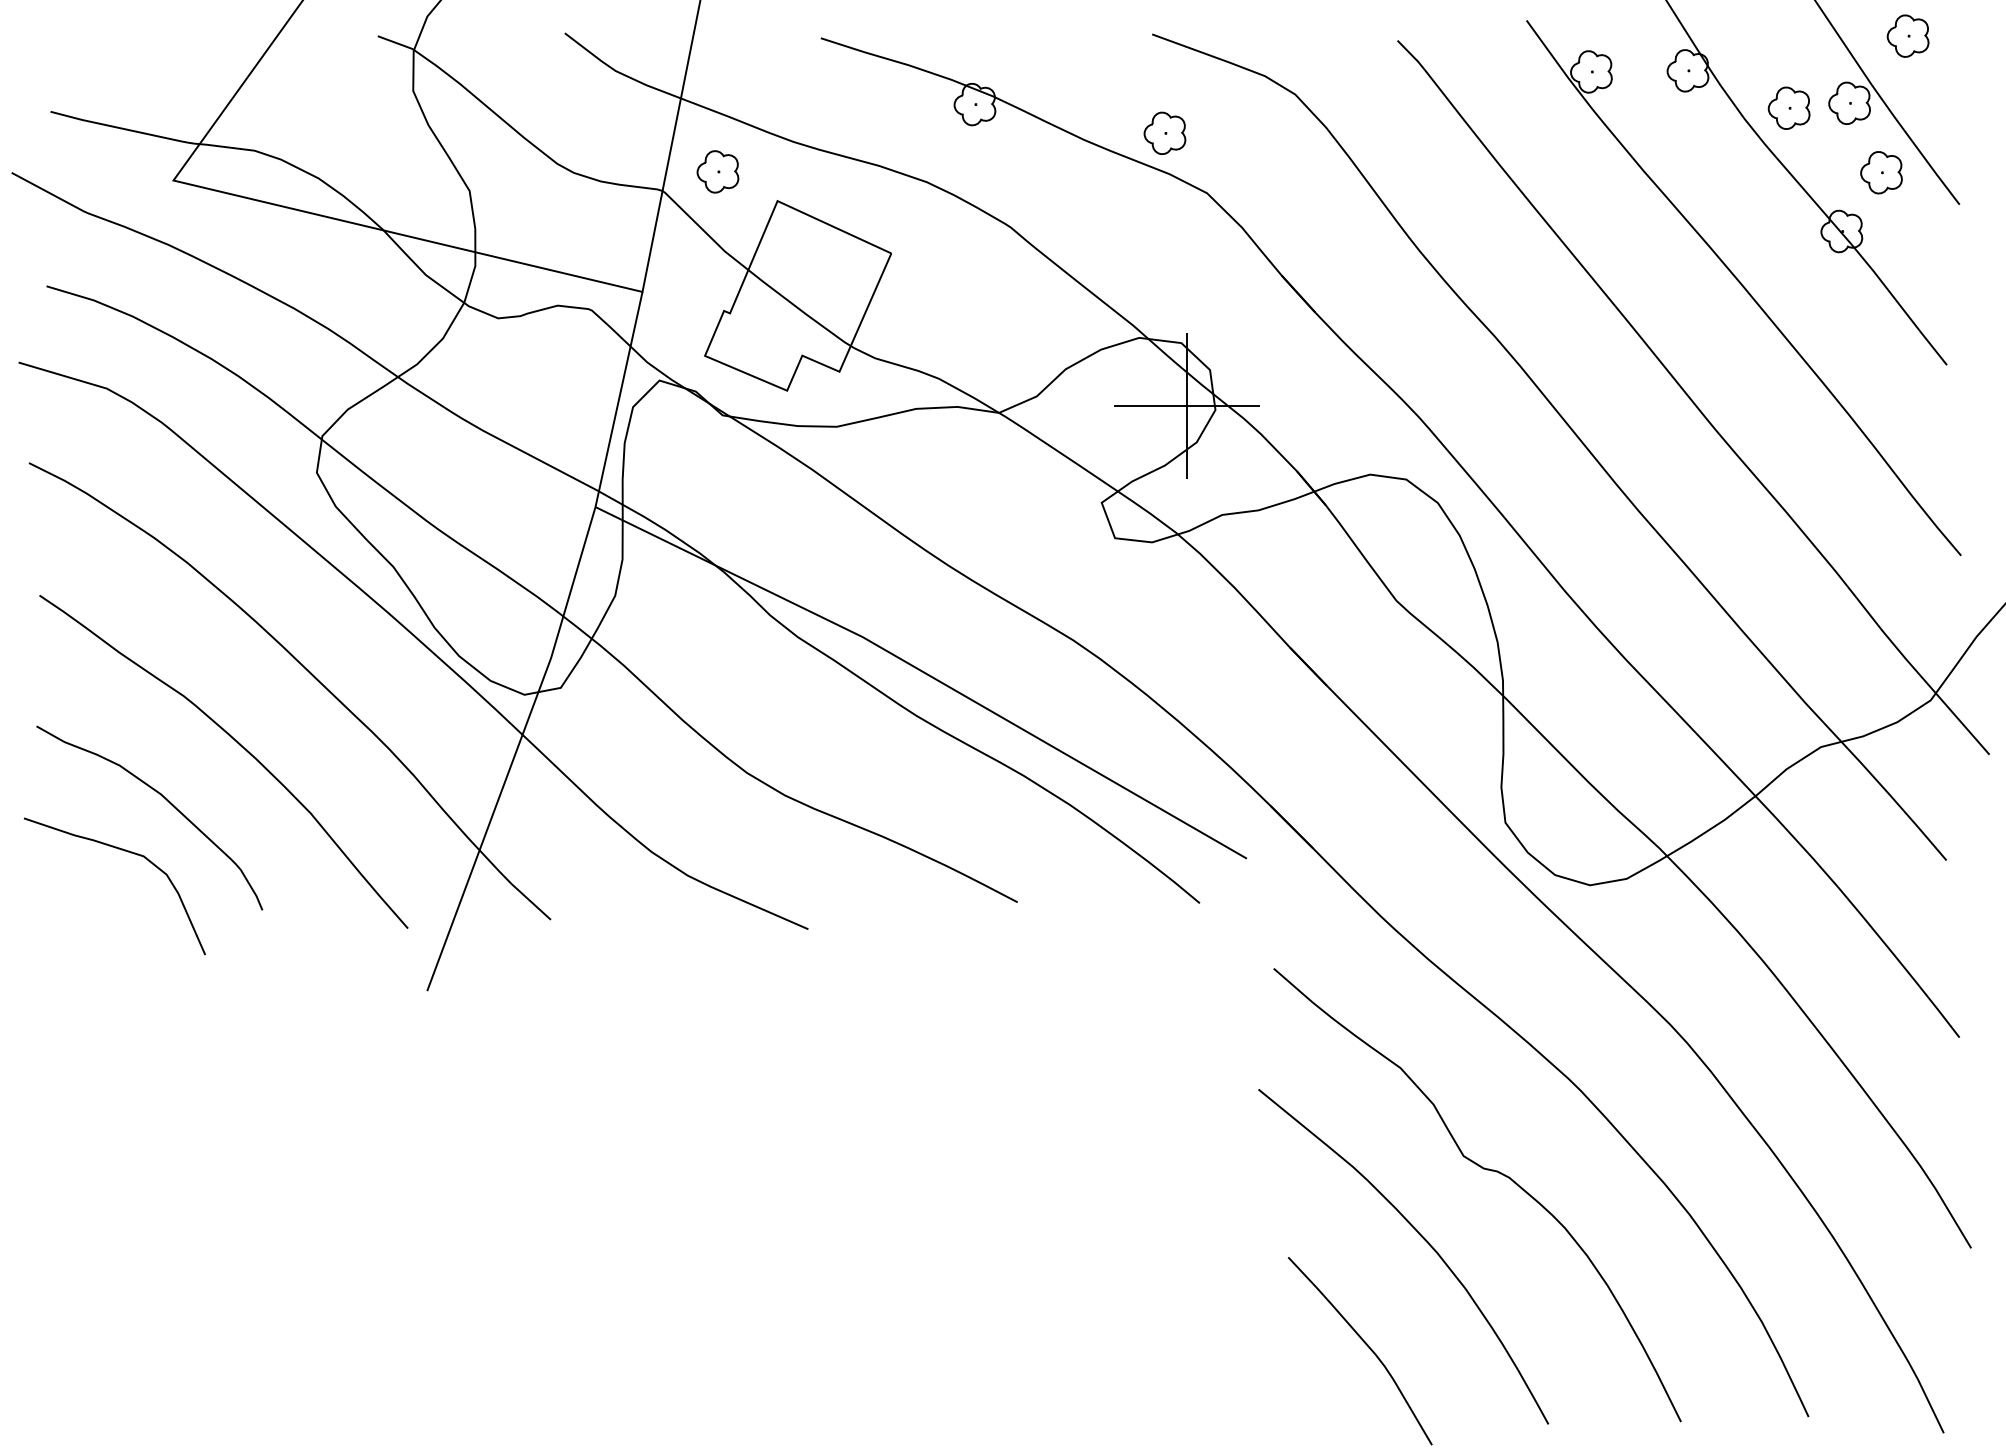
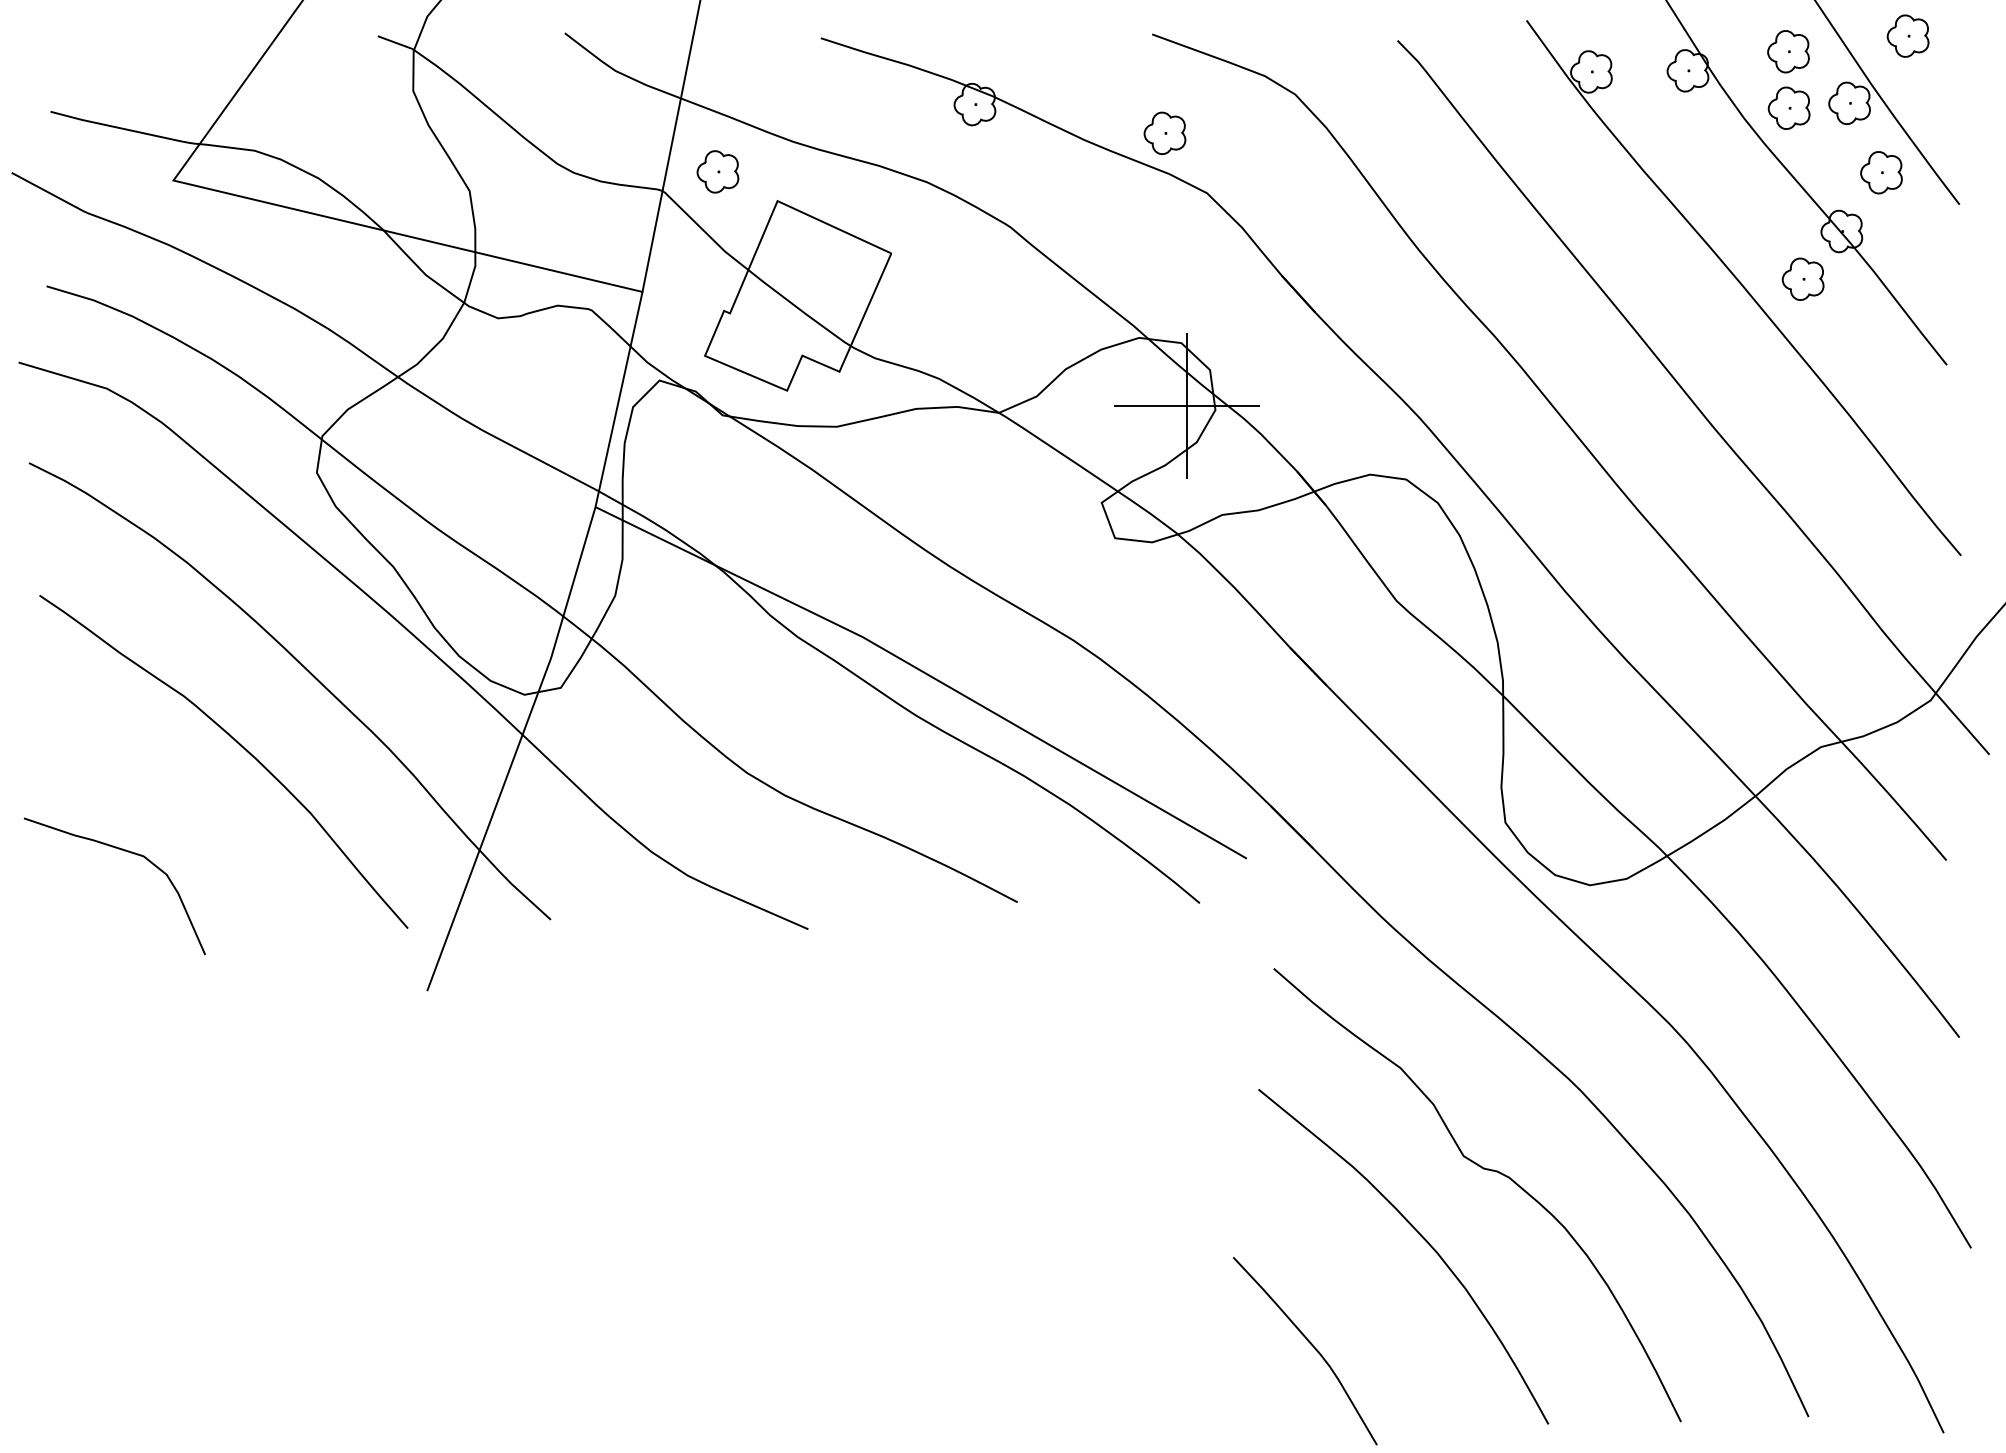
part at (1788, 51): none -> present
part at (1802, 278): none -> present
curve at (162, 797): present -> none
curve at (1366, 1345) position: (1366, 1345) -> (1311, 1345)
